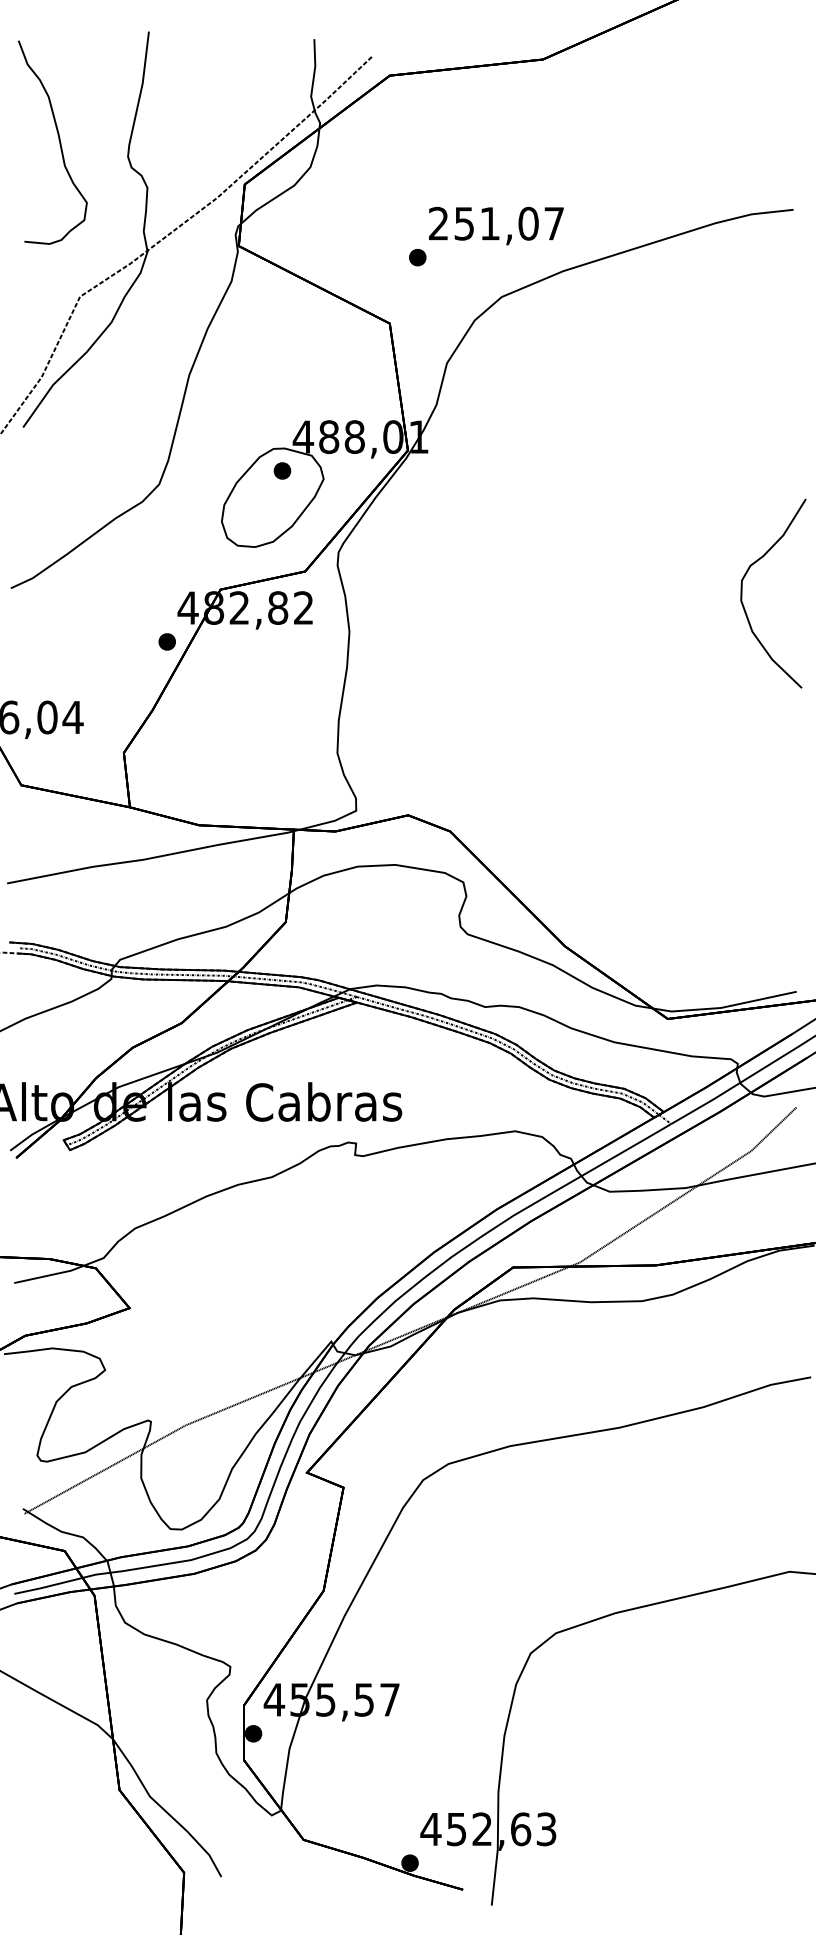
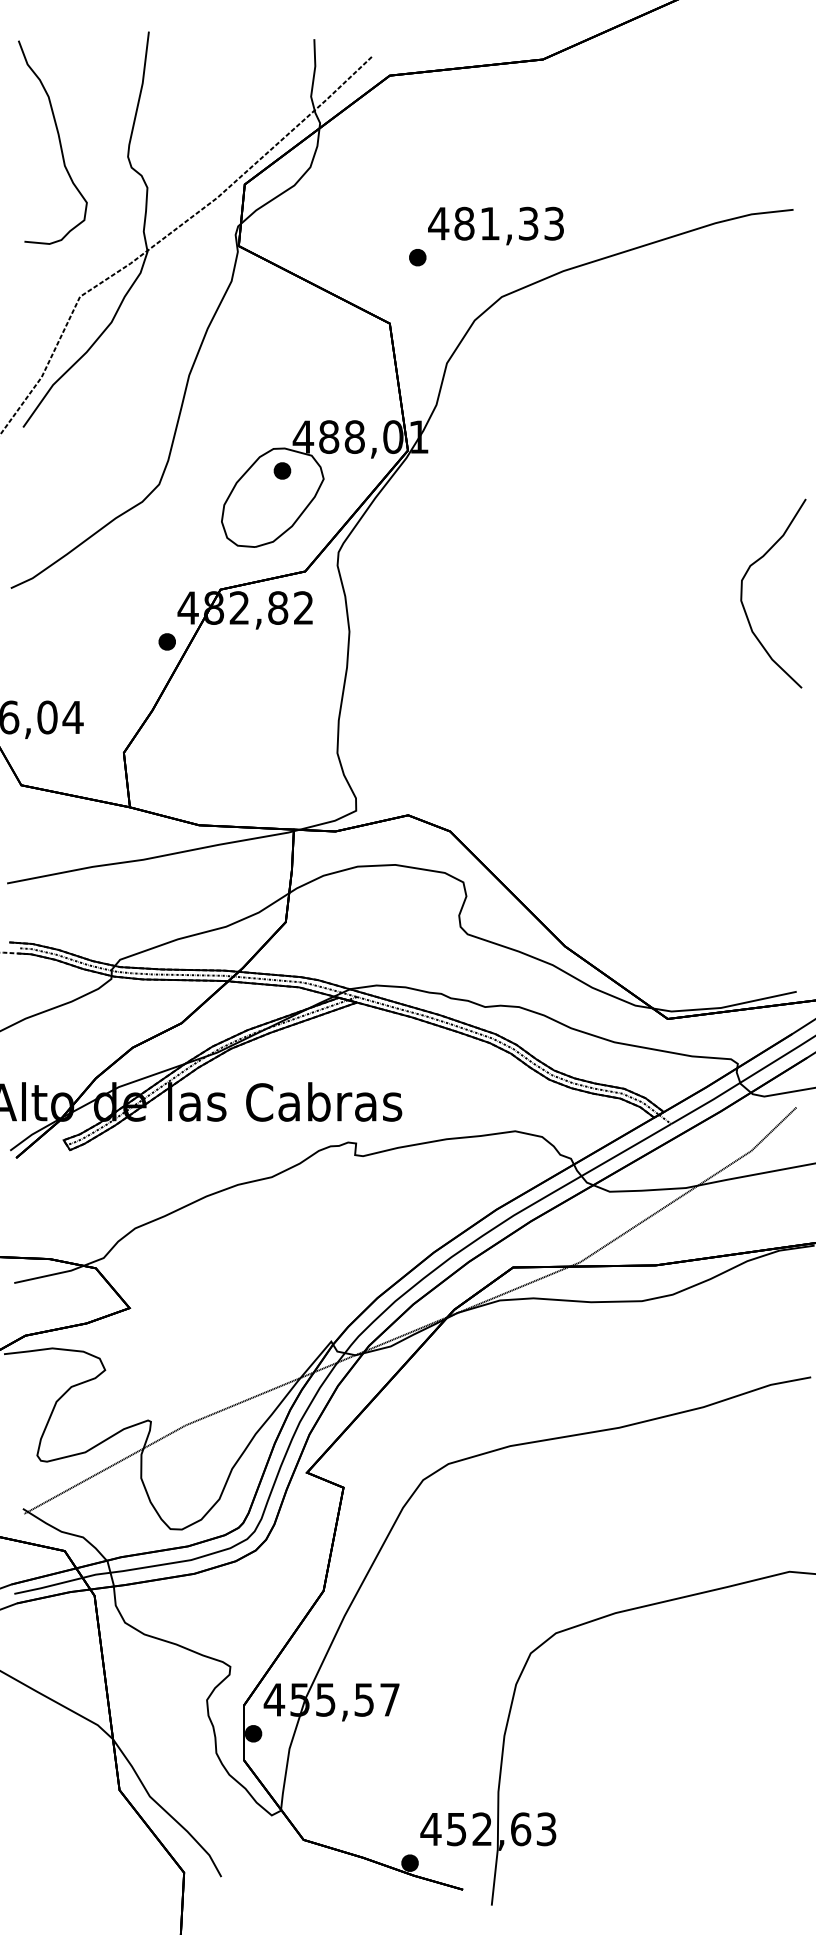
text at (495, 223): 251,07 -> 481,33
